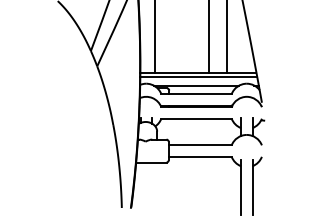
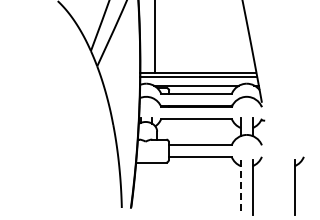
line at (208, 37): present -> none
line at (227, 37): present -> none
part at (299, 185): none -> present
line at (241, 187): solid -> dashed
